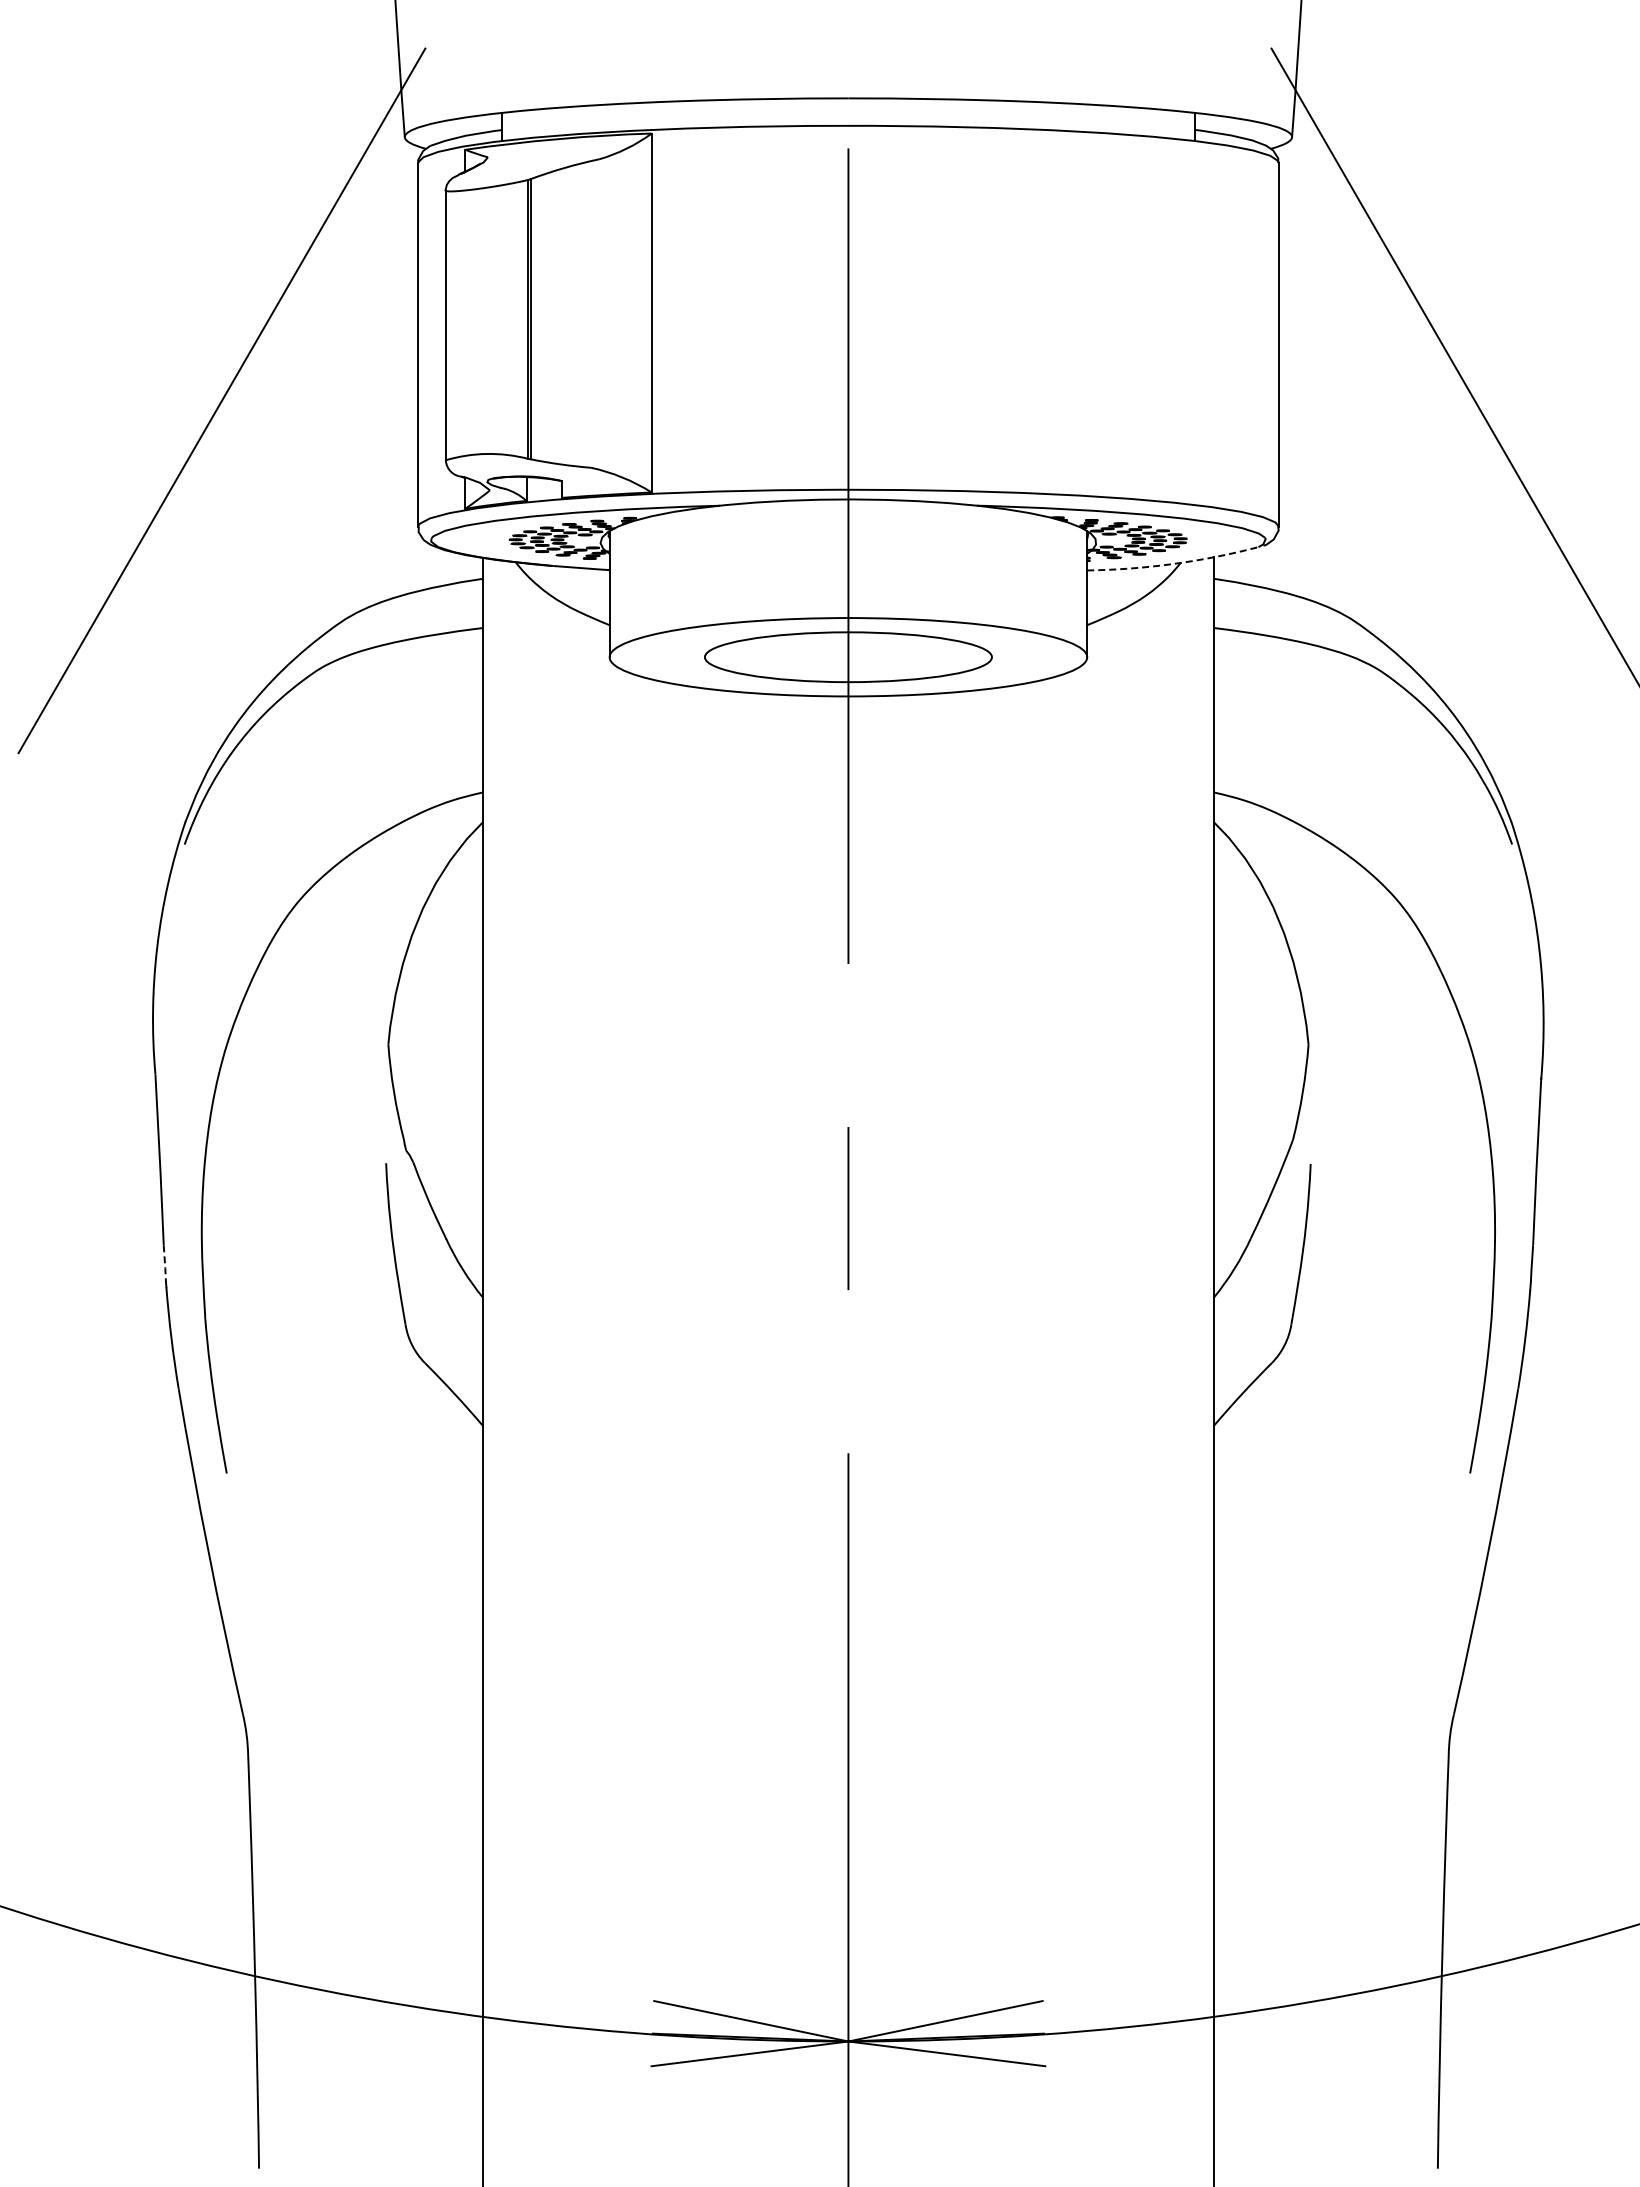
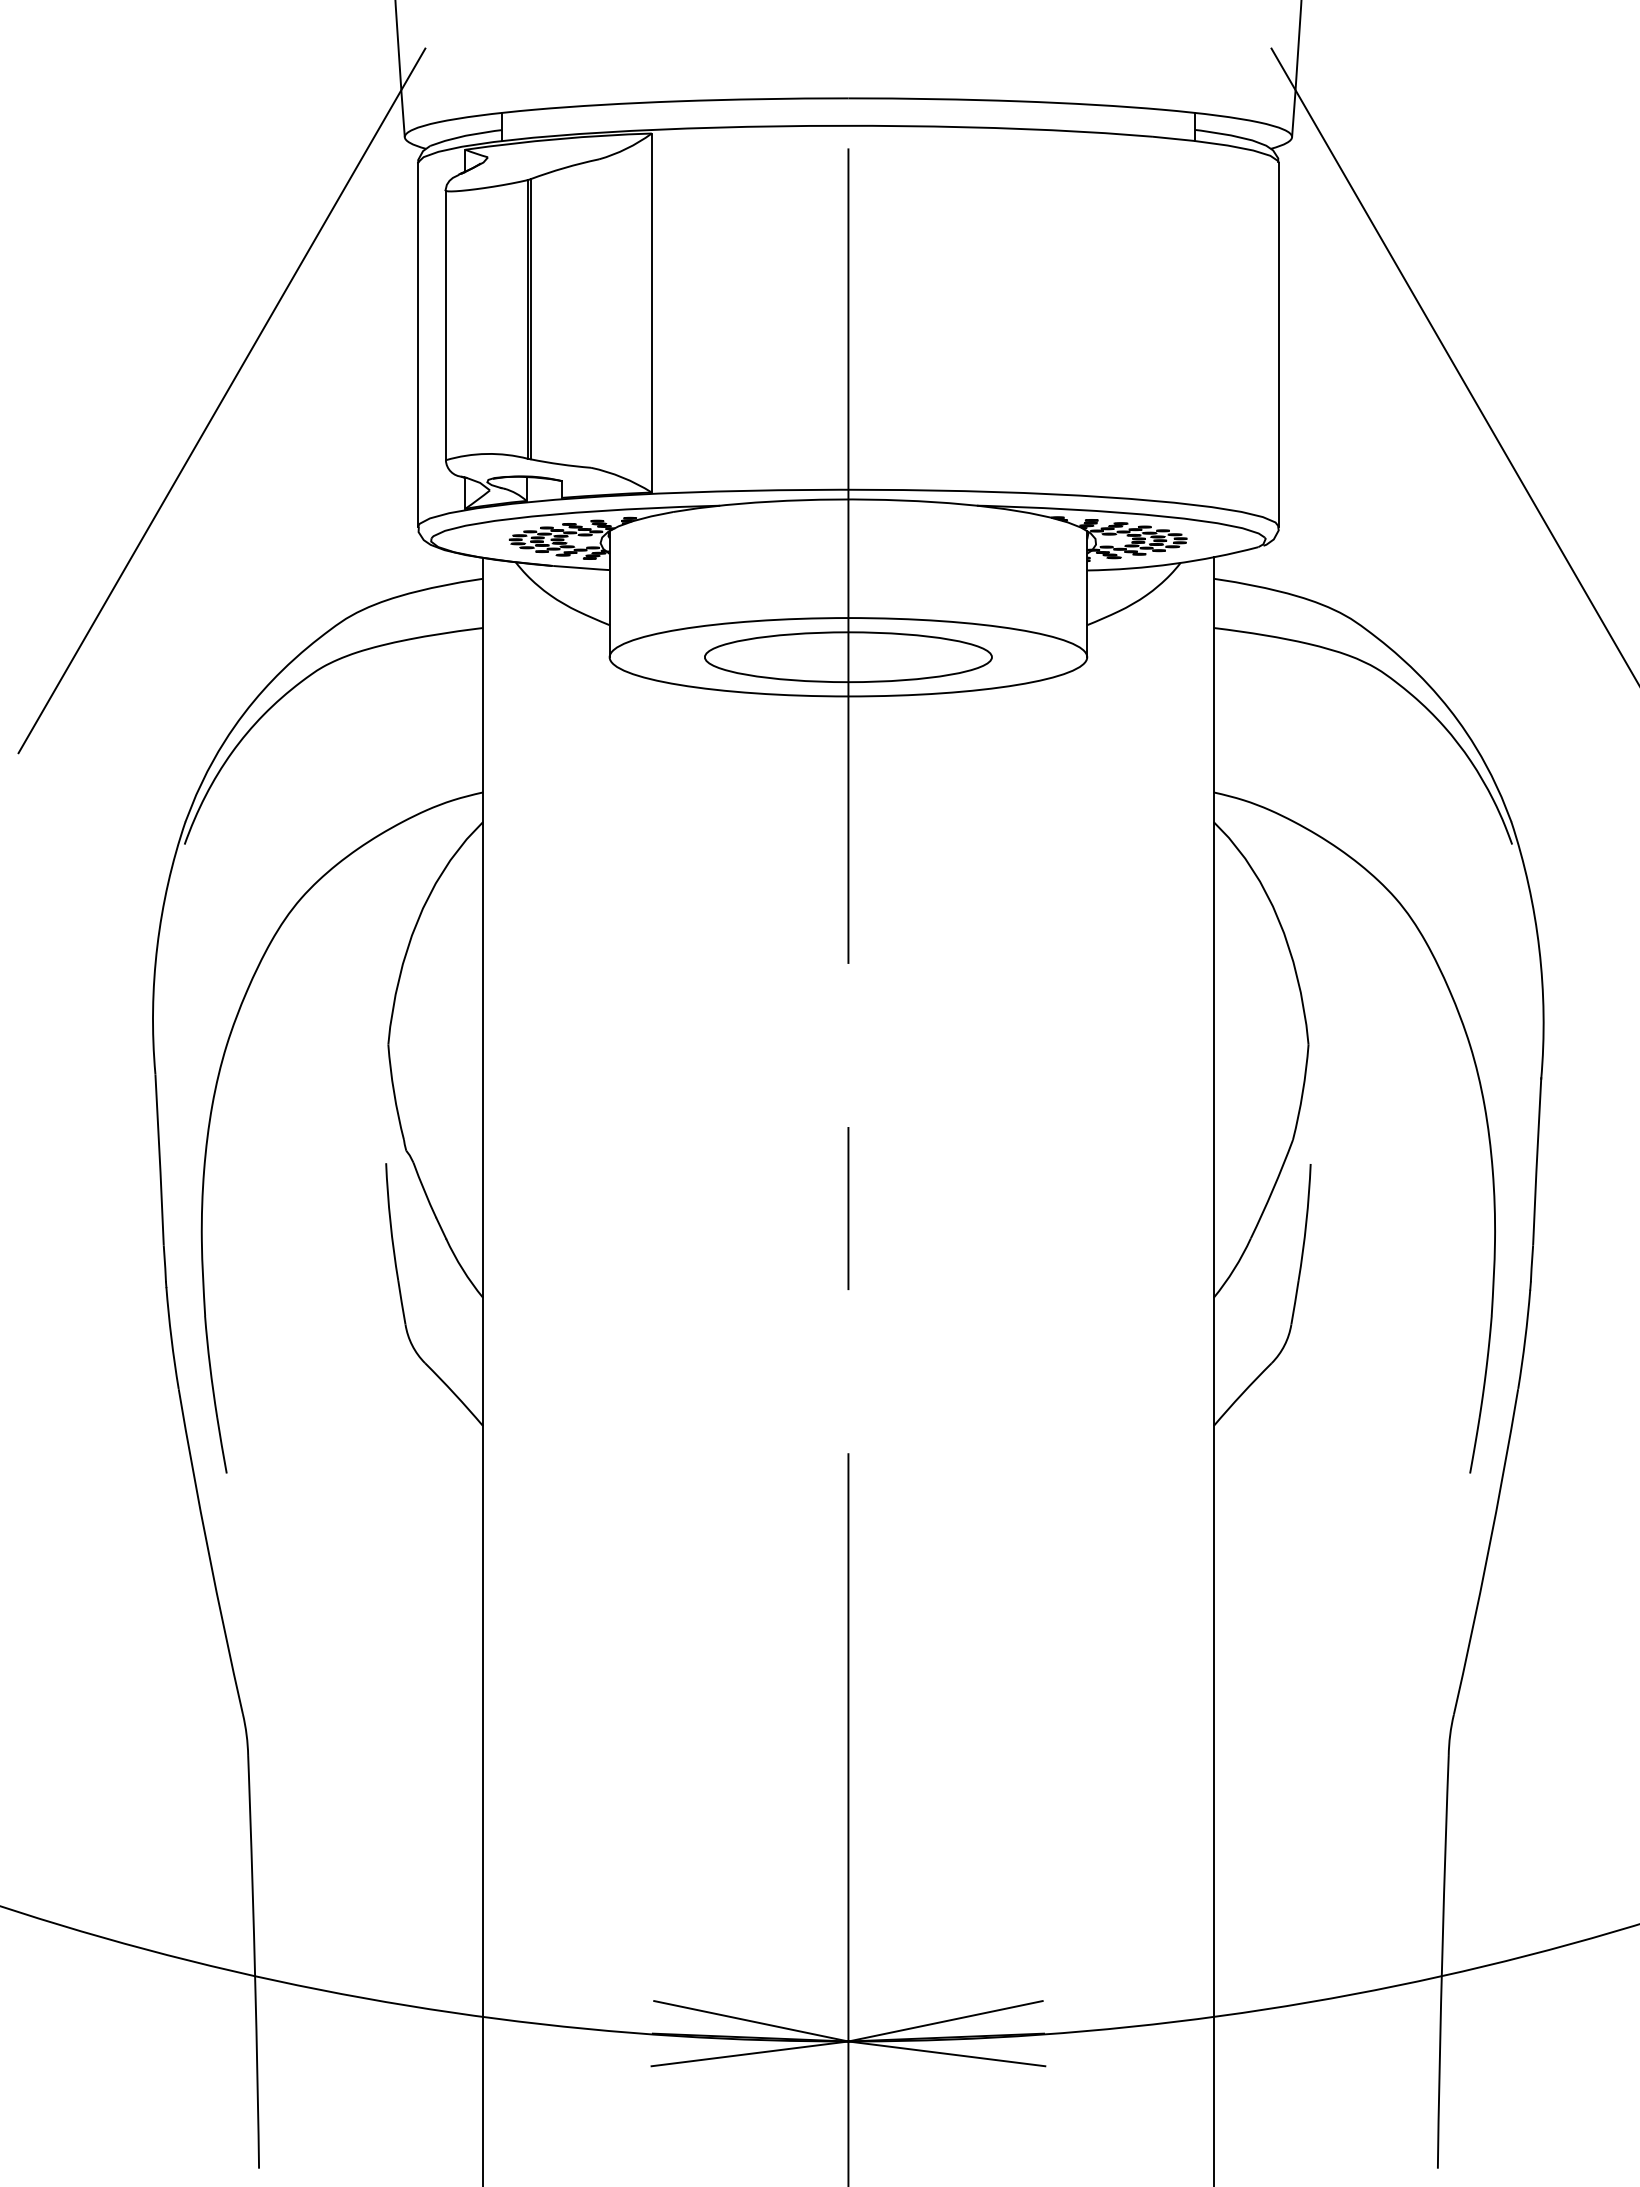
arc at (1173, 563): dashed -> solid
line at (165, 1264): dashed -> solid
